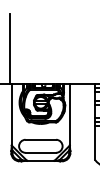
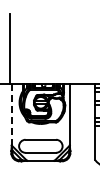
line at (11, 114): solid -> dashed
